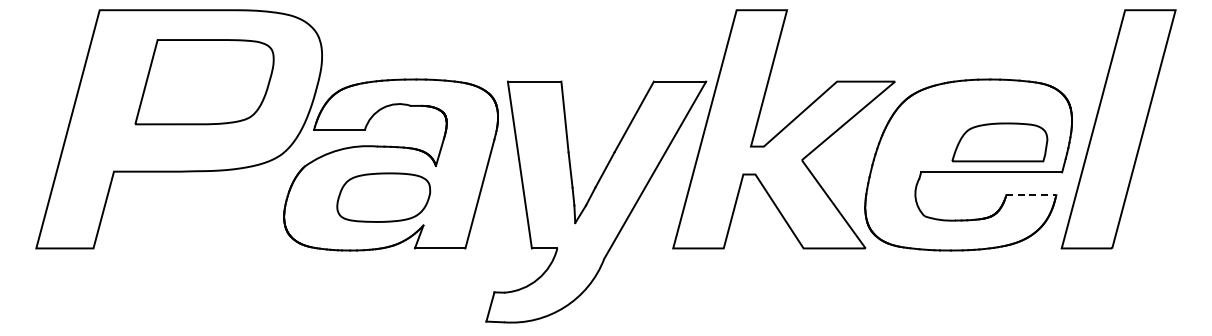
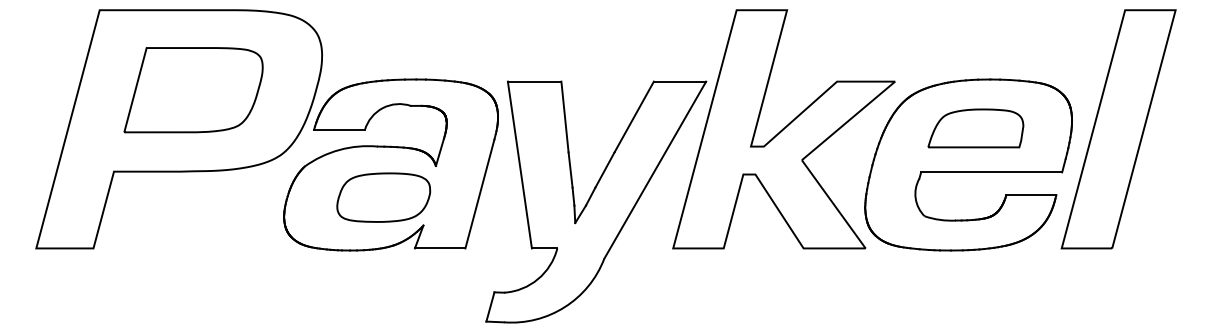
part at (204, 82) position: (204, 82) -> (193, 90)
part at (999, 142) position: (999, 142) -> (975, 128)
line at (1031, 195): dashed -> solid
